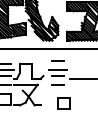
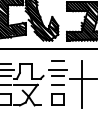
line at (81, 84): none -> present
part at (63, 103) position: (63, 103) -> (57, 99)
